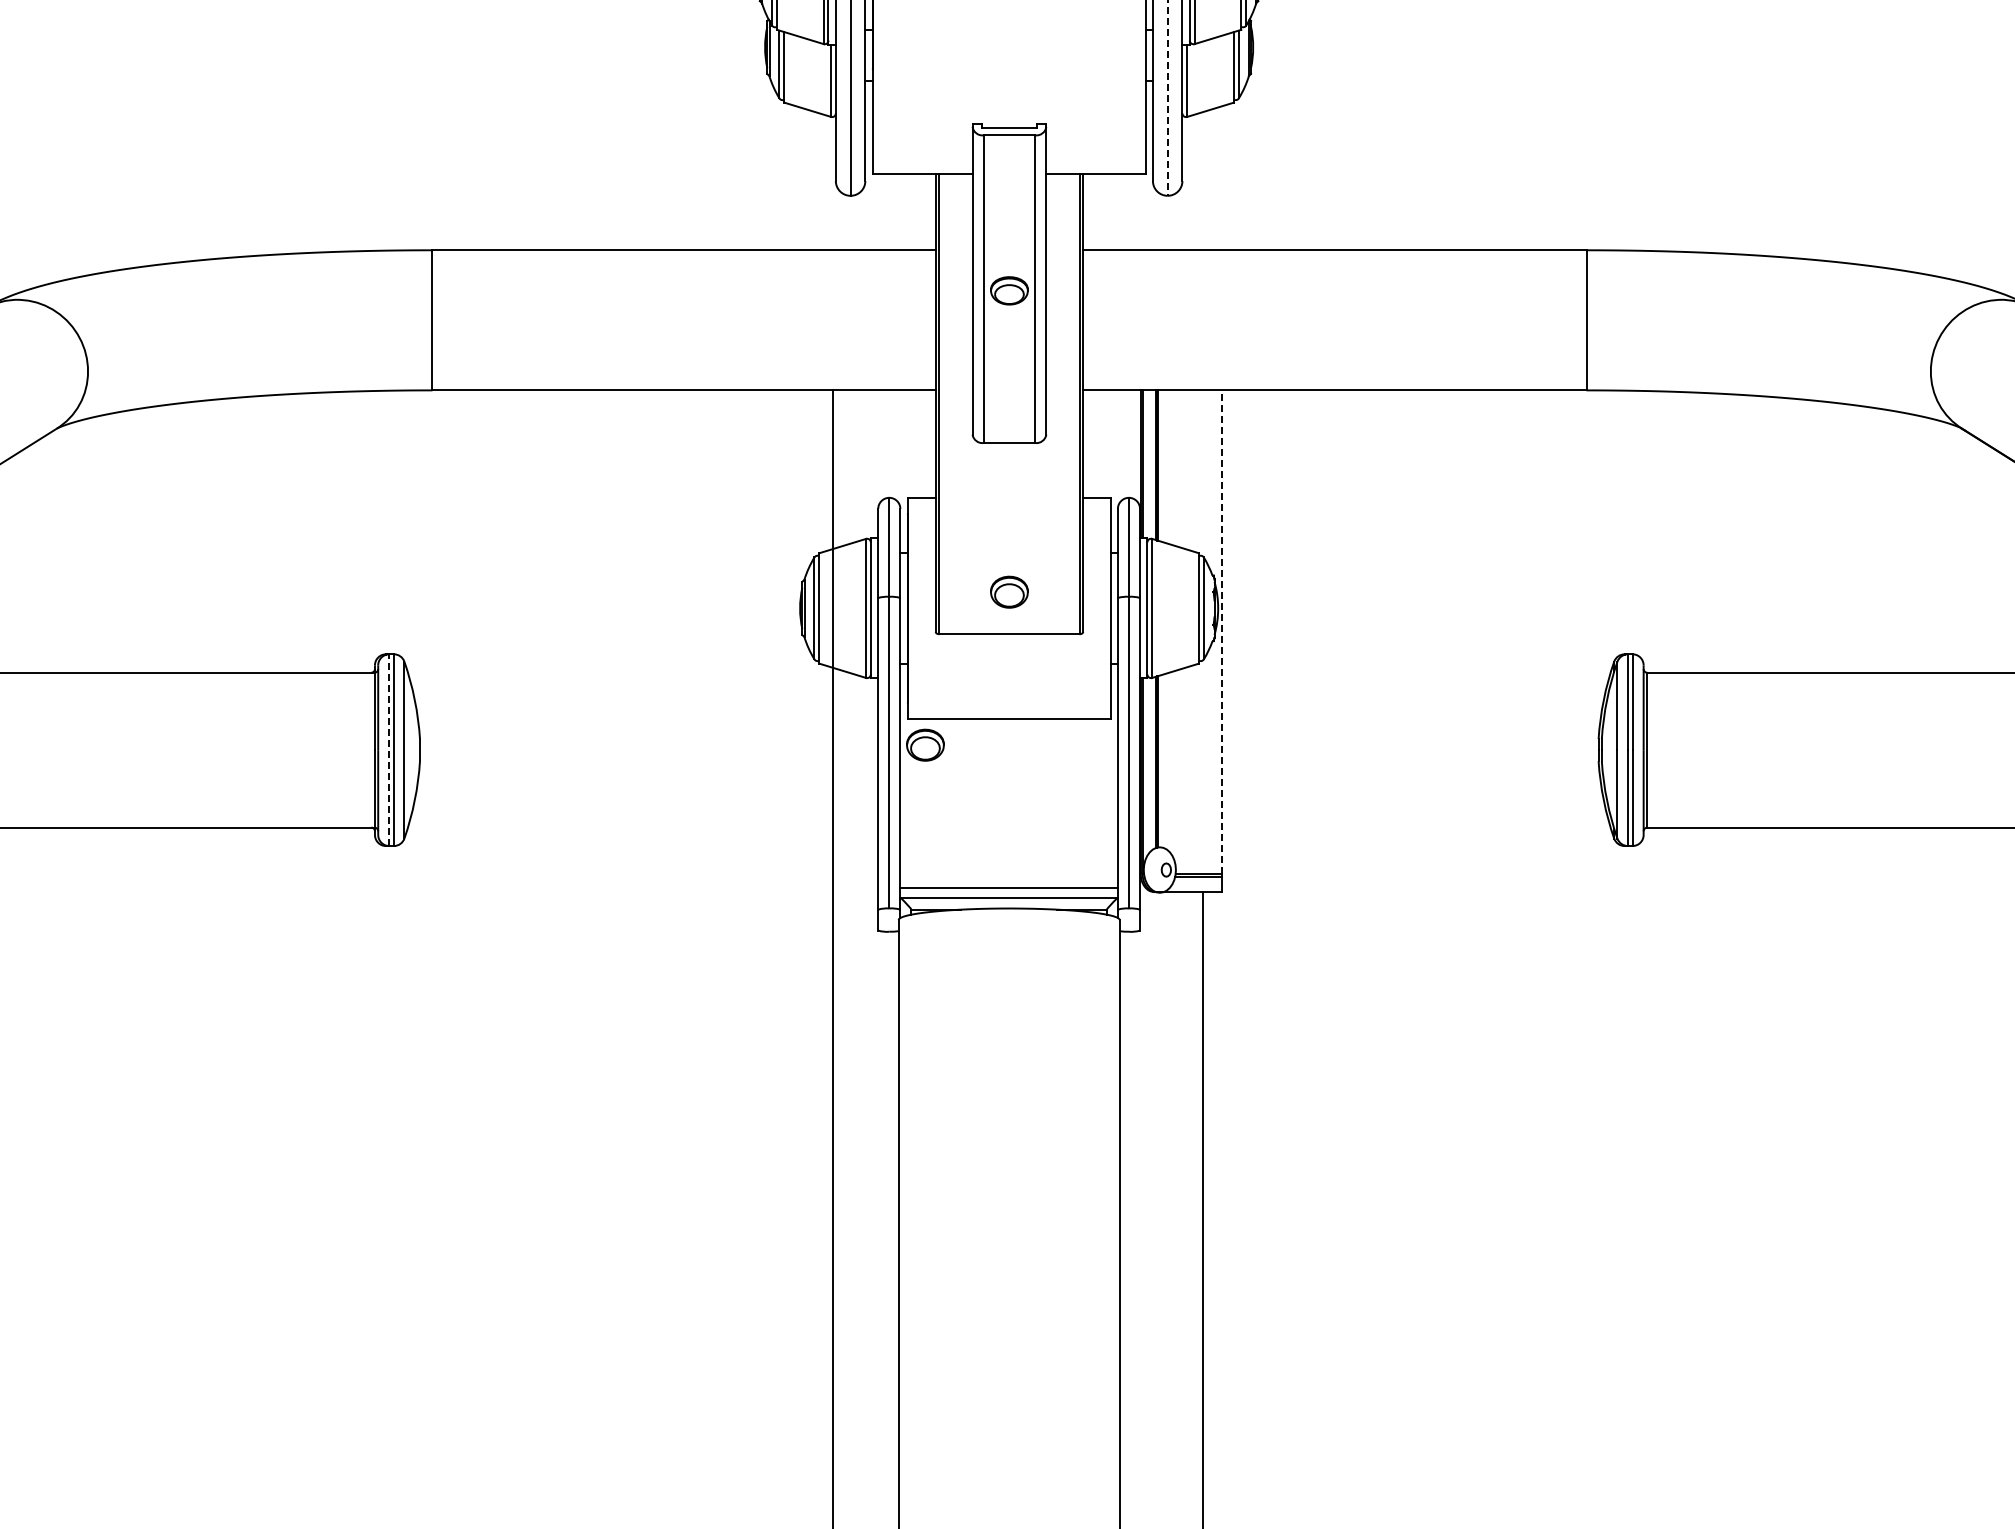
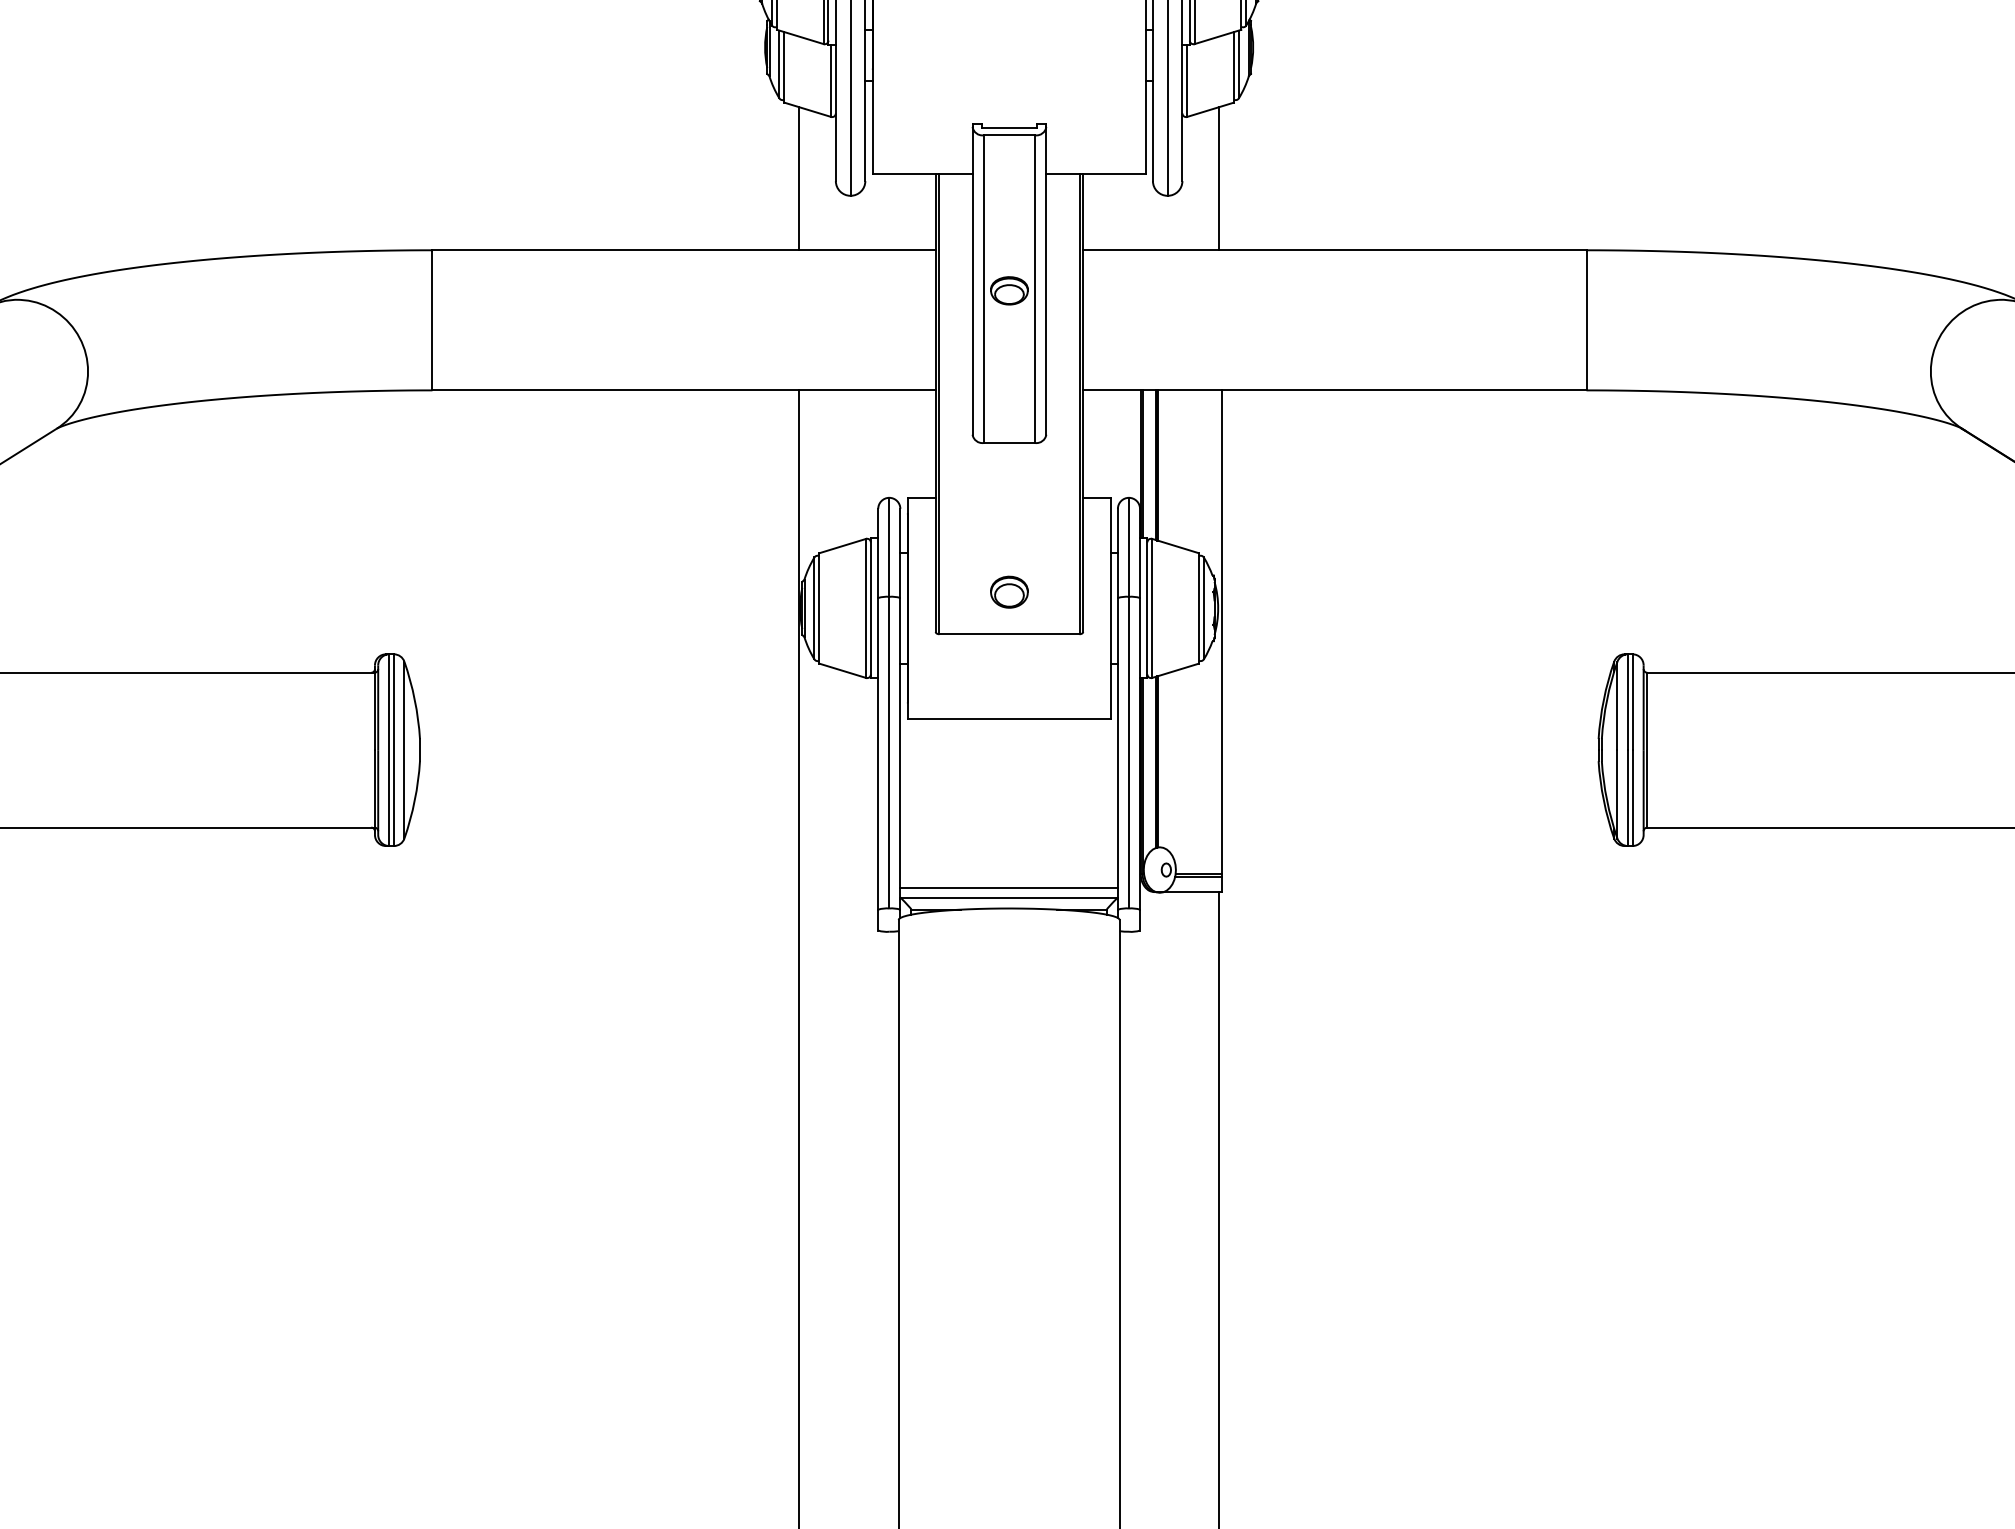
line at (1167, 98): dashed -> solid
line at (798, 178): none -> present
line at (1219, 178): none -> present
line at (1222, 632): dashed -> solid
part at (925, 744): present -> none
line at (389, 750): dashed -> solid
line at (832, 957) position: (832, 957) -> (798, 957)
line at (1203, 1208) position: (1203, 1208) -> (1219, 1208)
